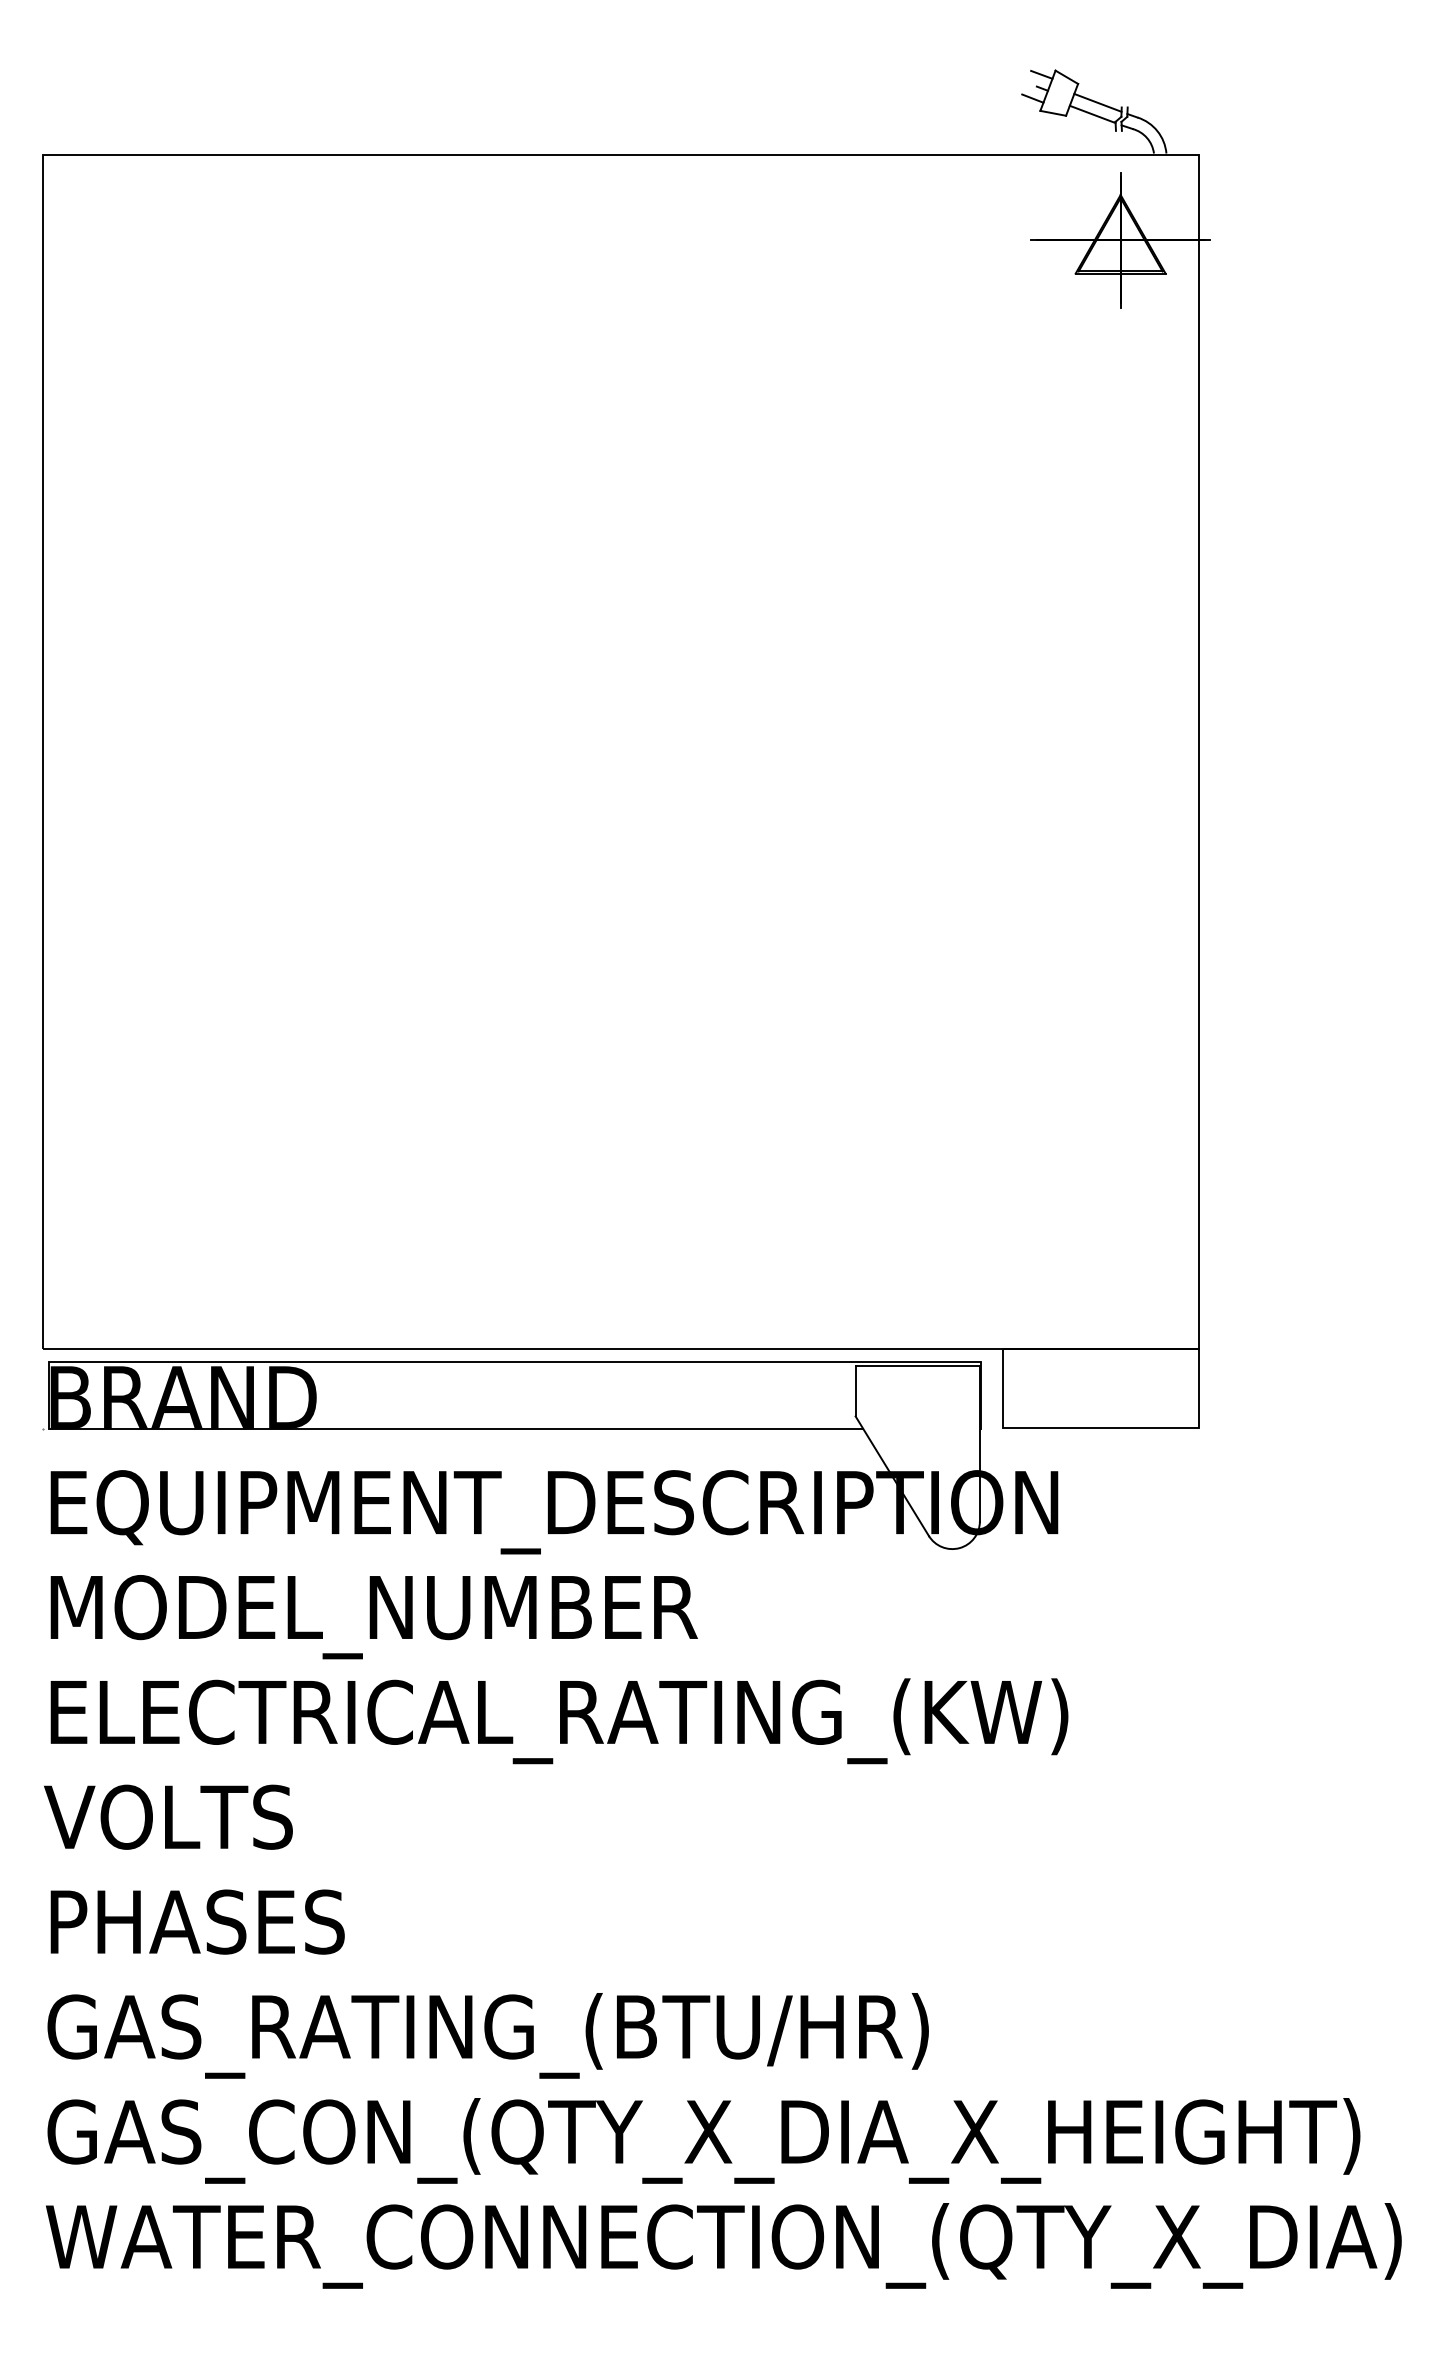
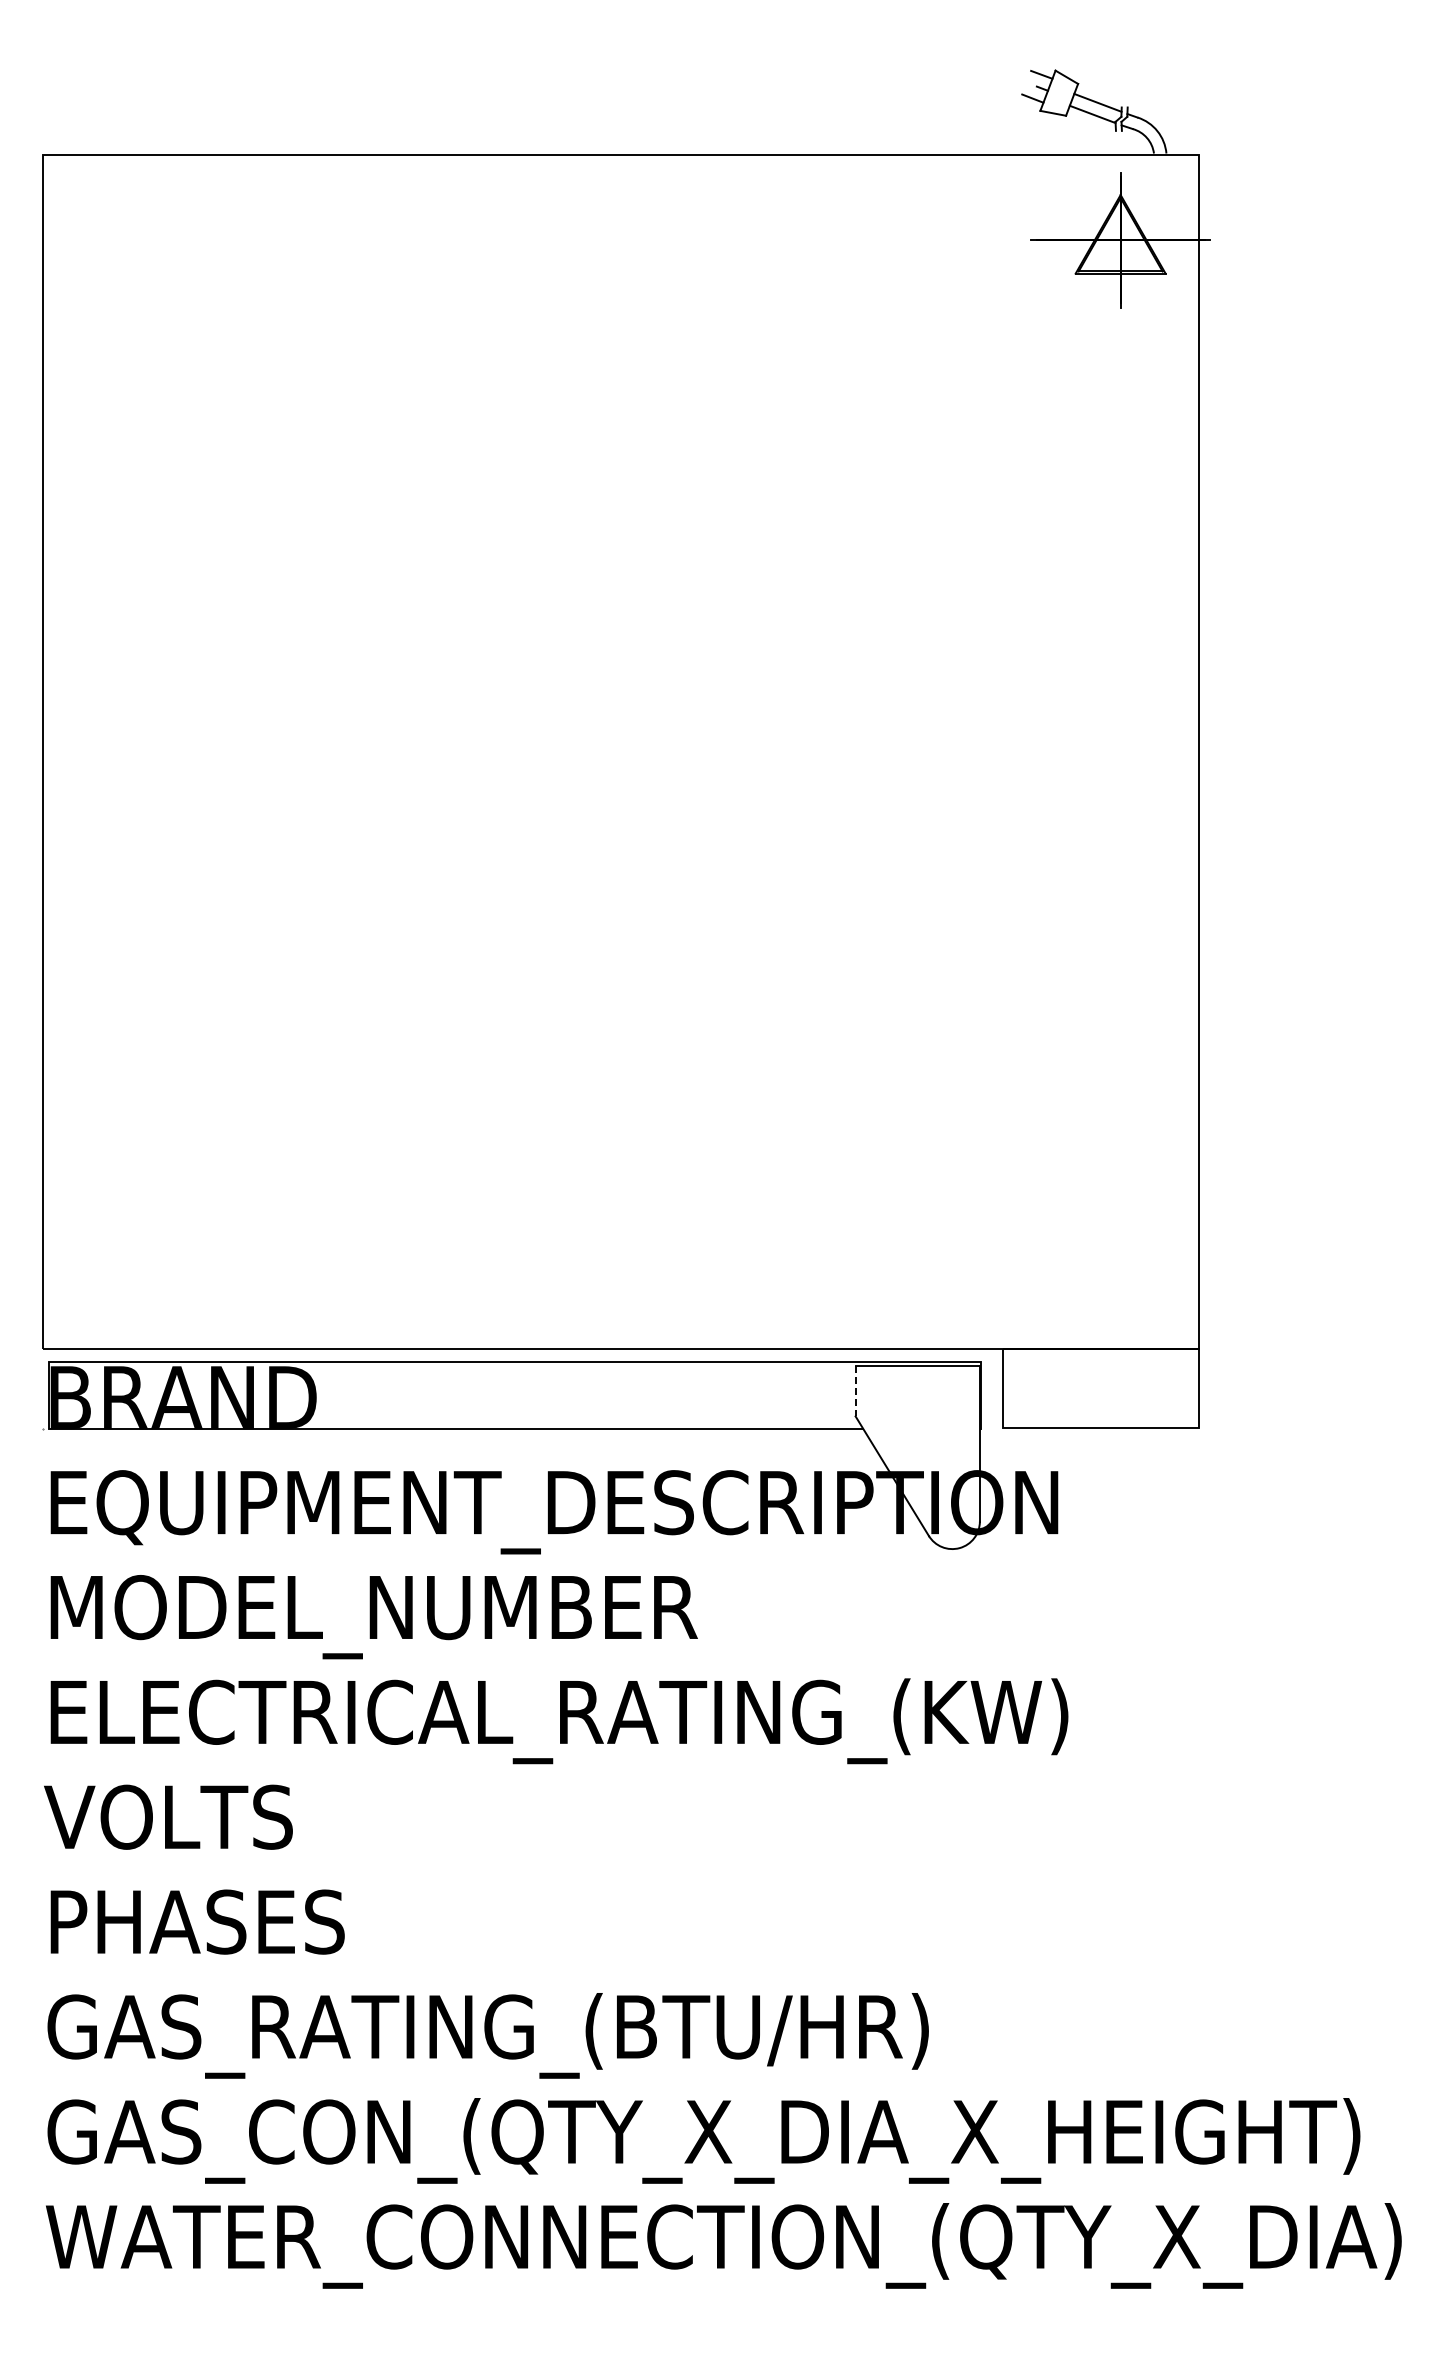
line at (855, 1391): solid -> dashed
